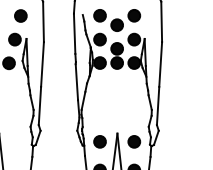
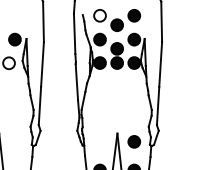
part at (20, 15): present -> none
fill at (99, 15): present -> none
fill at (8, 63): present -> none
part at (99, 141): present -> none
